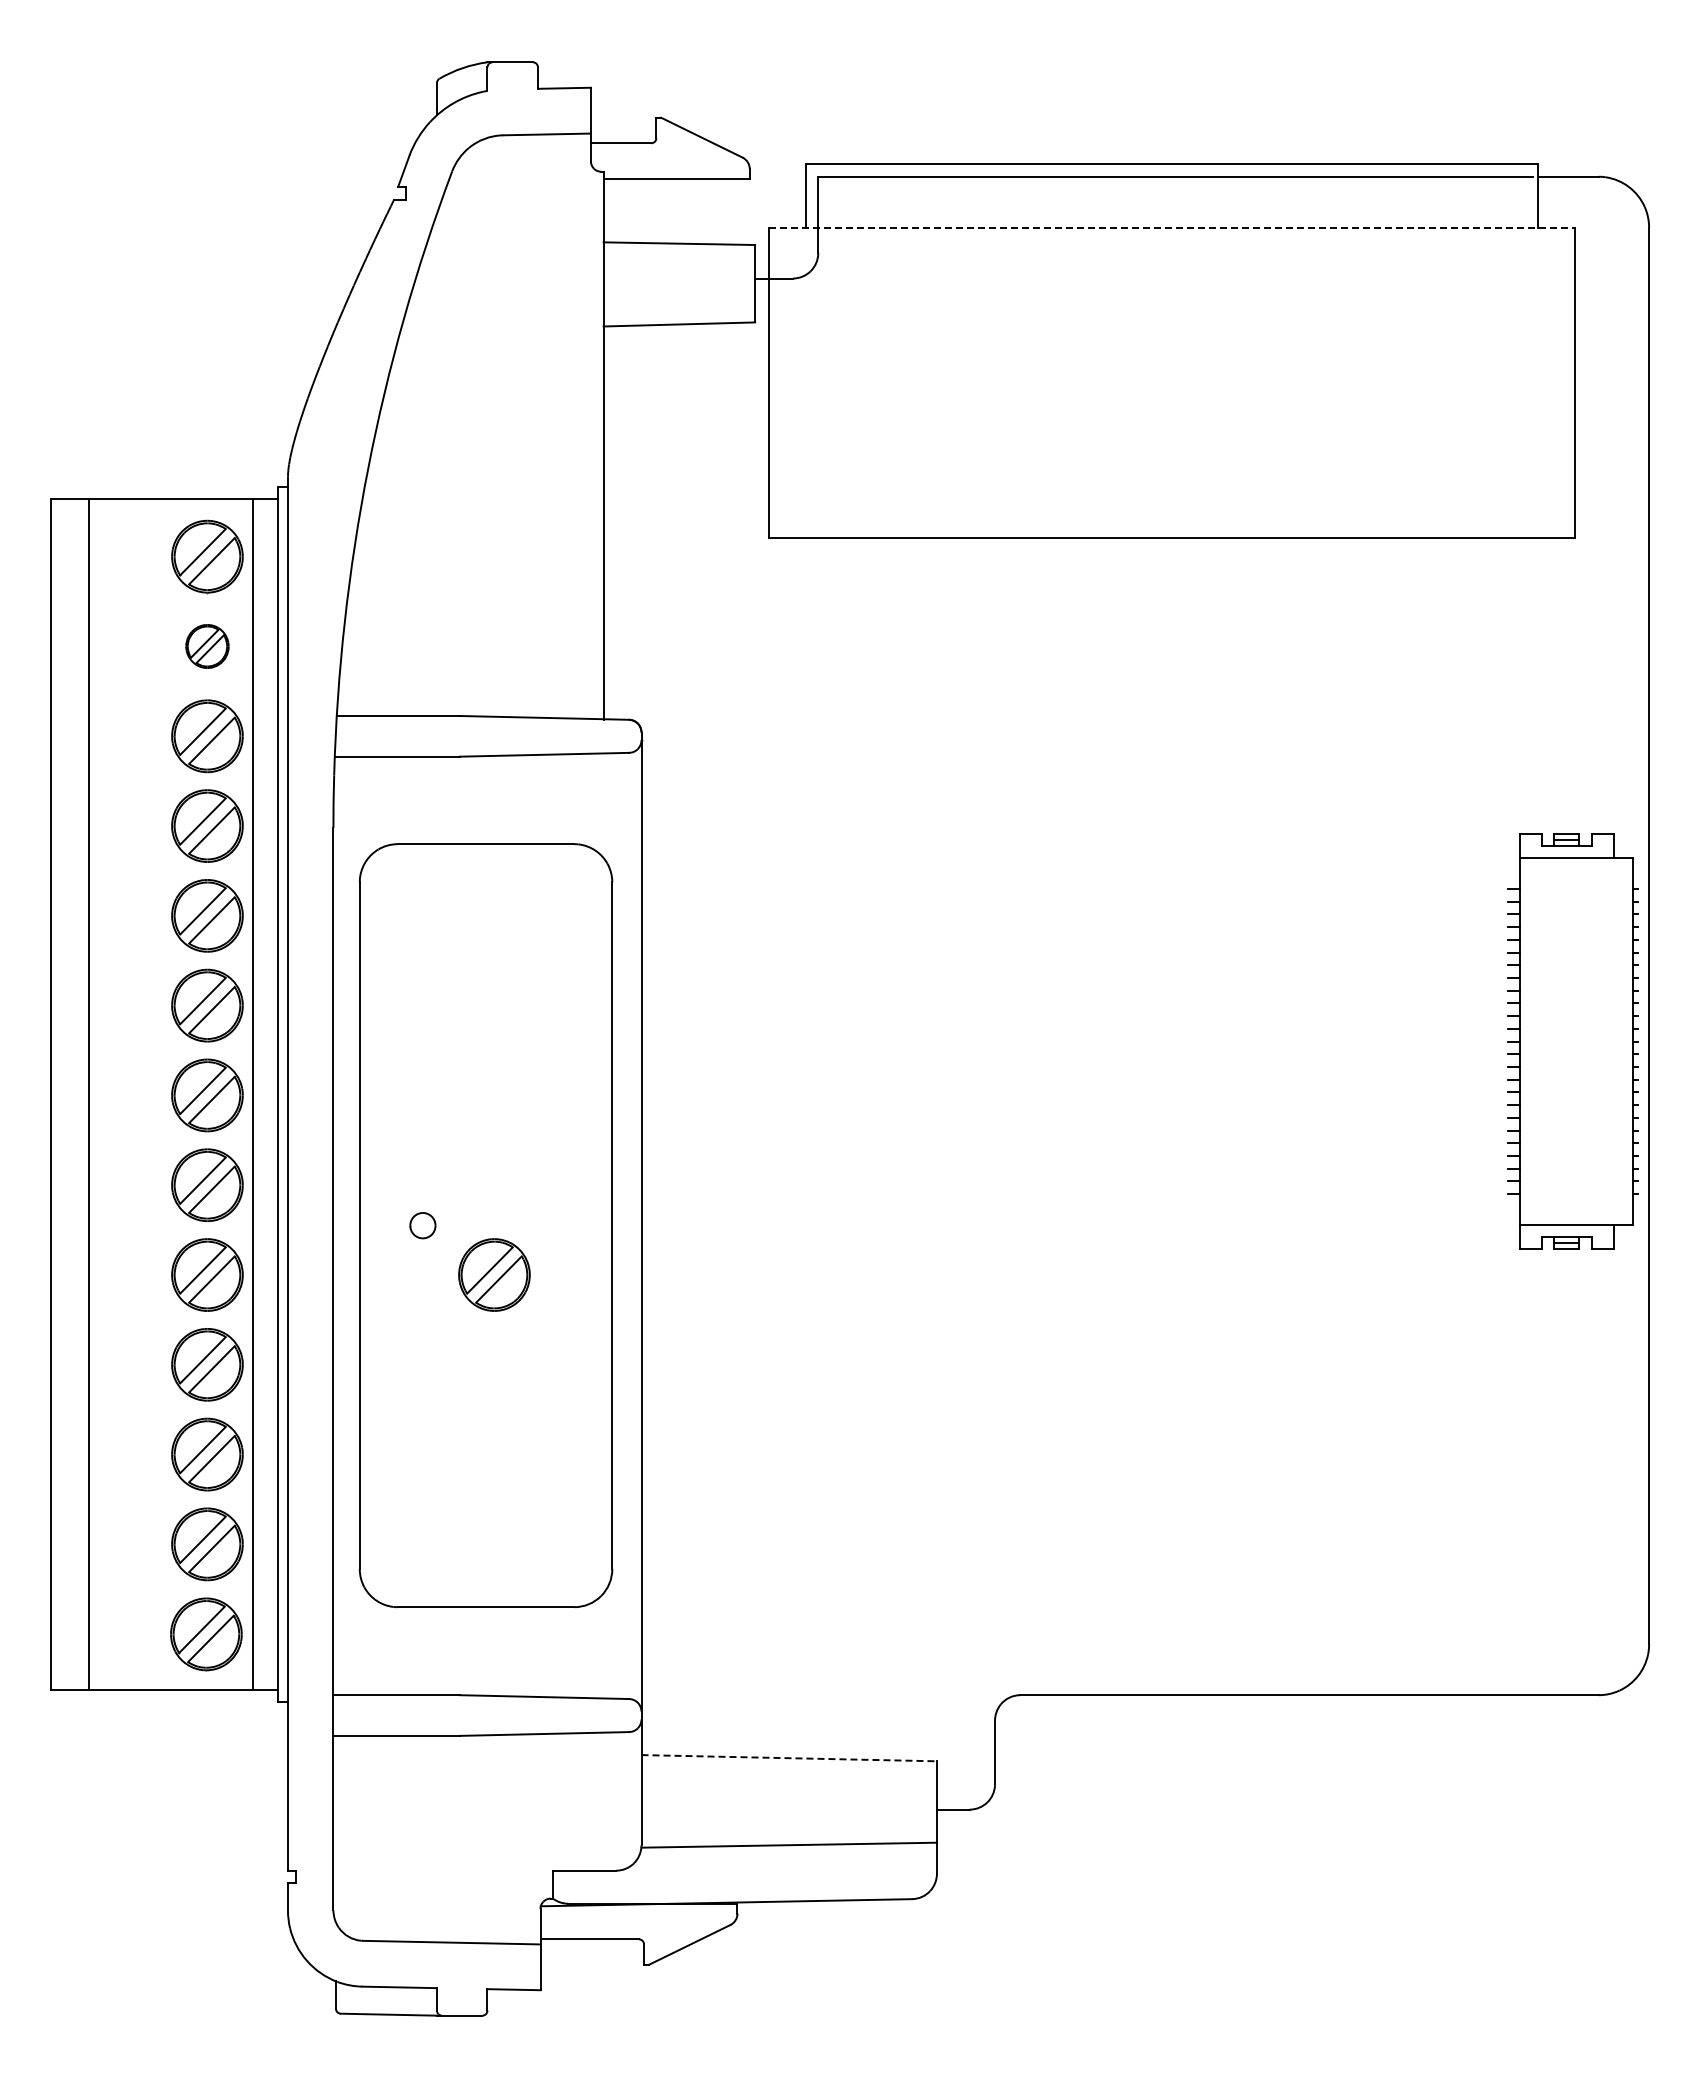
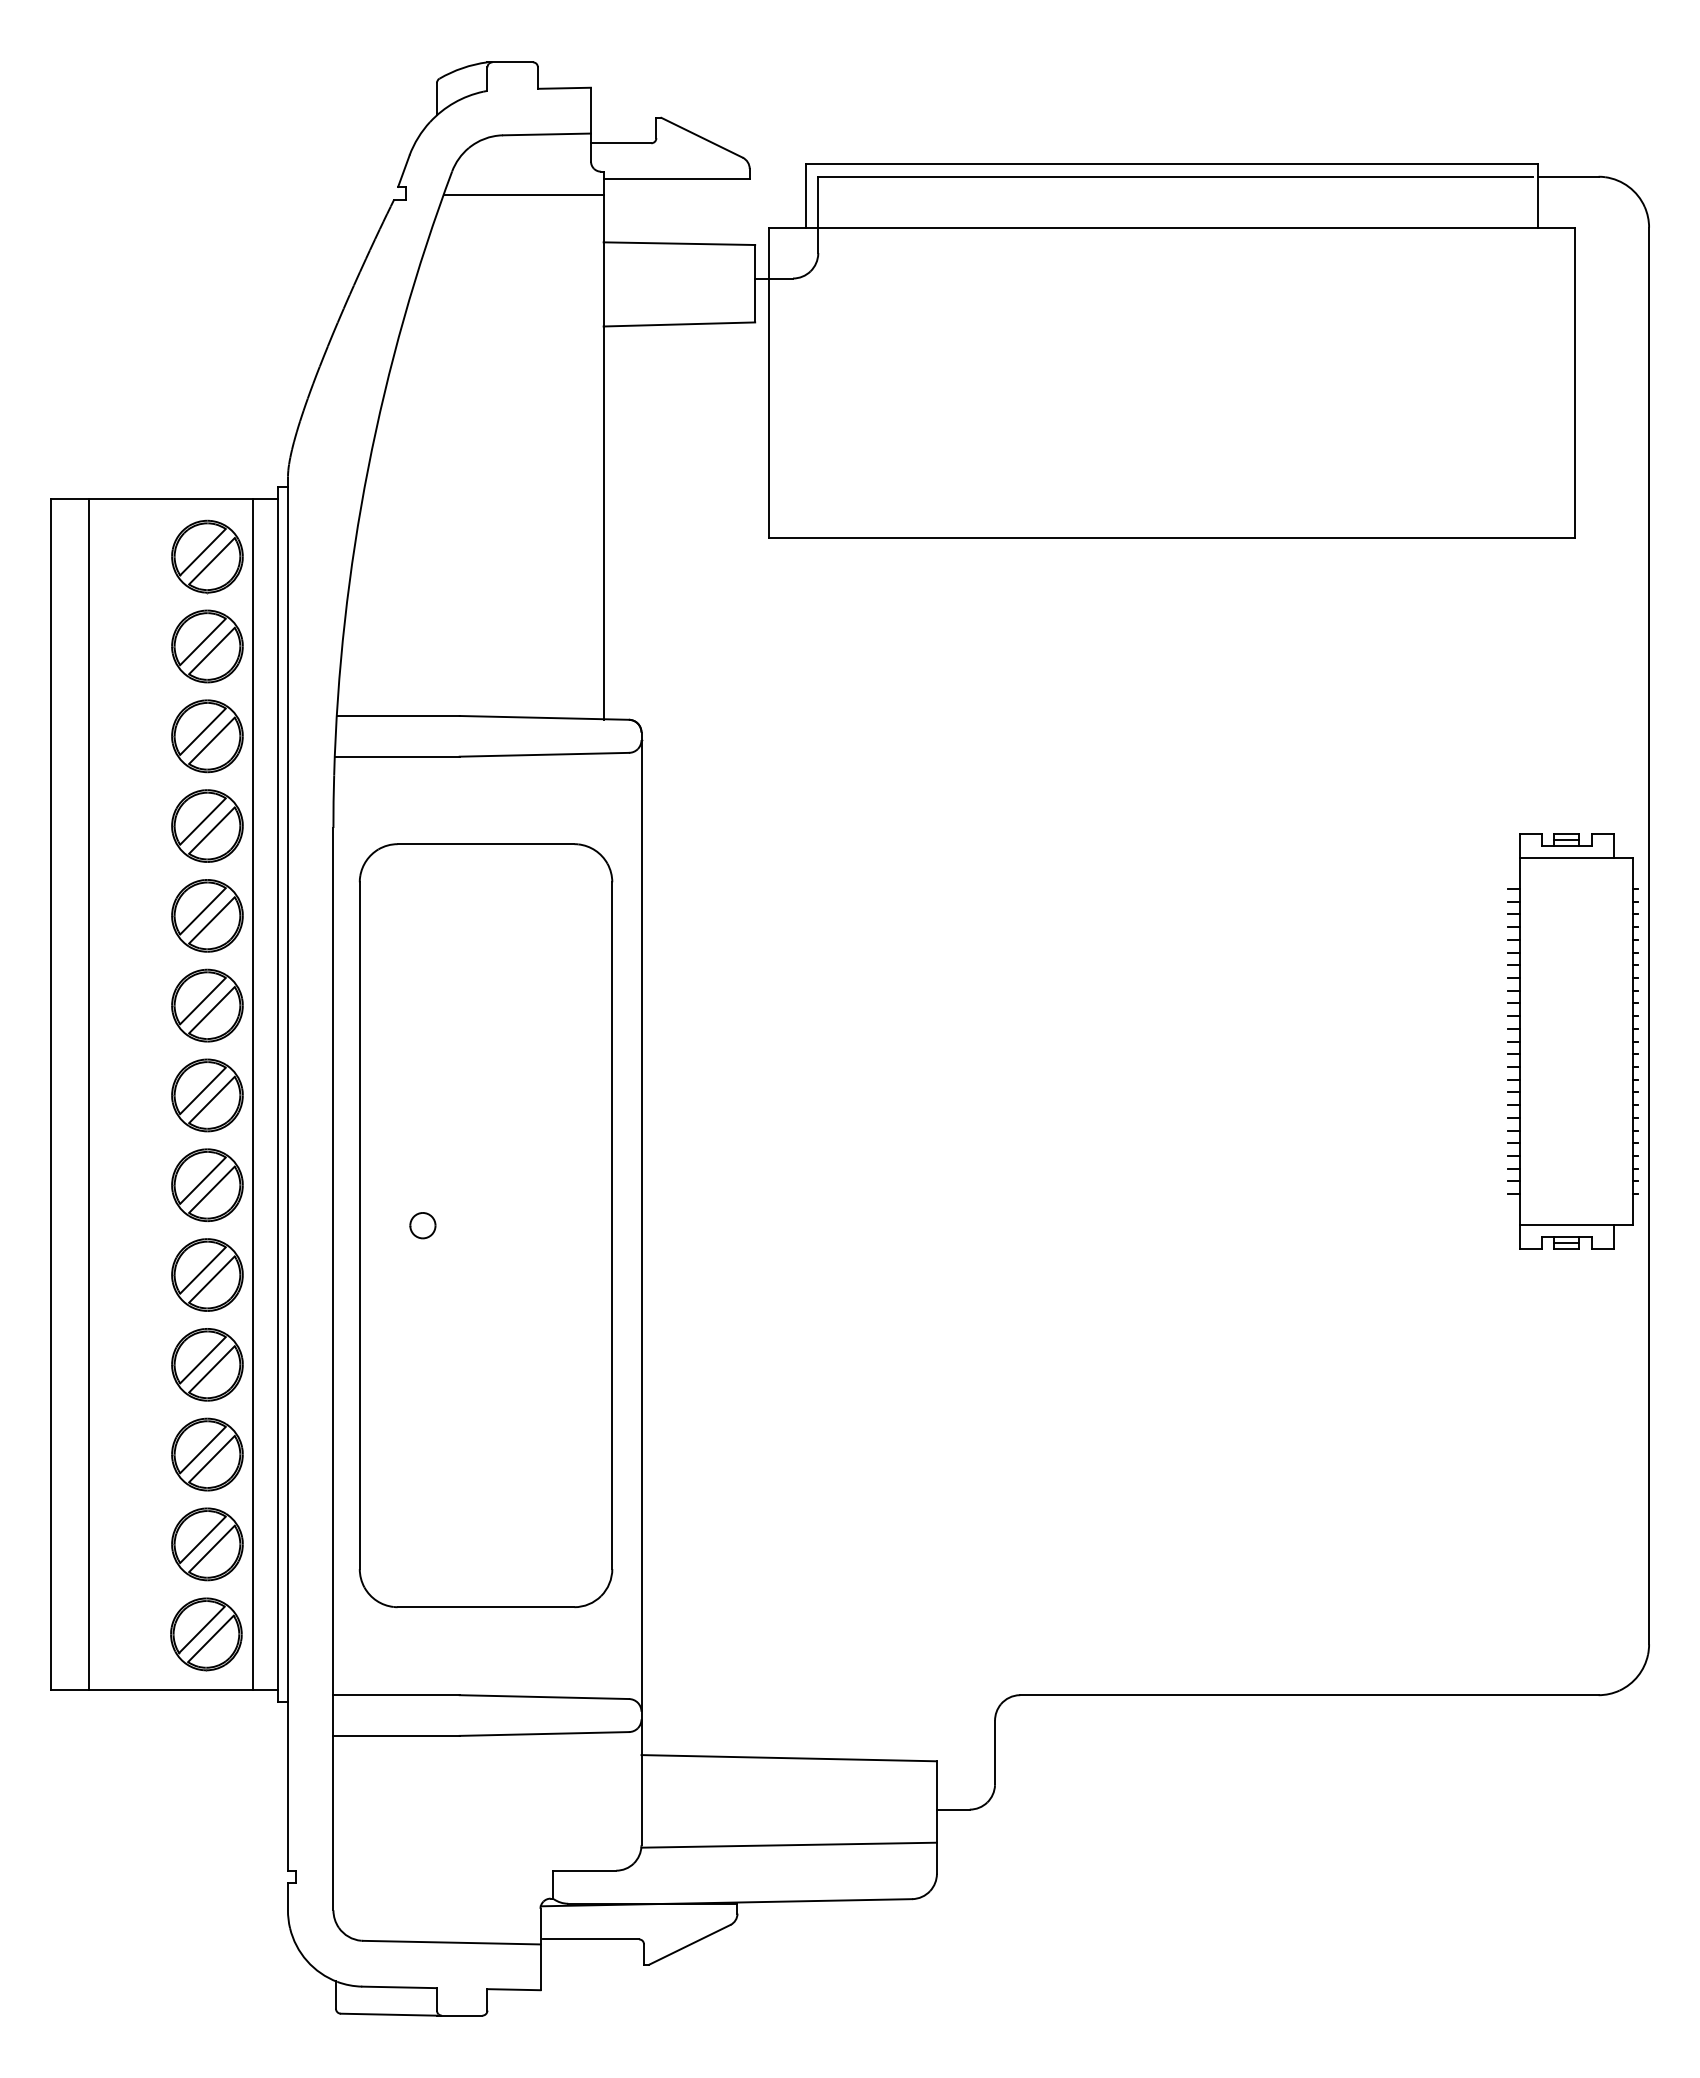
line at (523, 194): none -> present
line at (1171, 227): dashed -> solid
part at (207, 646) size: 45x45 px -> 73x75 px
part at (494, 1274): present -> none
line at (789, 1758): dashed -> solid
